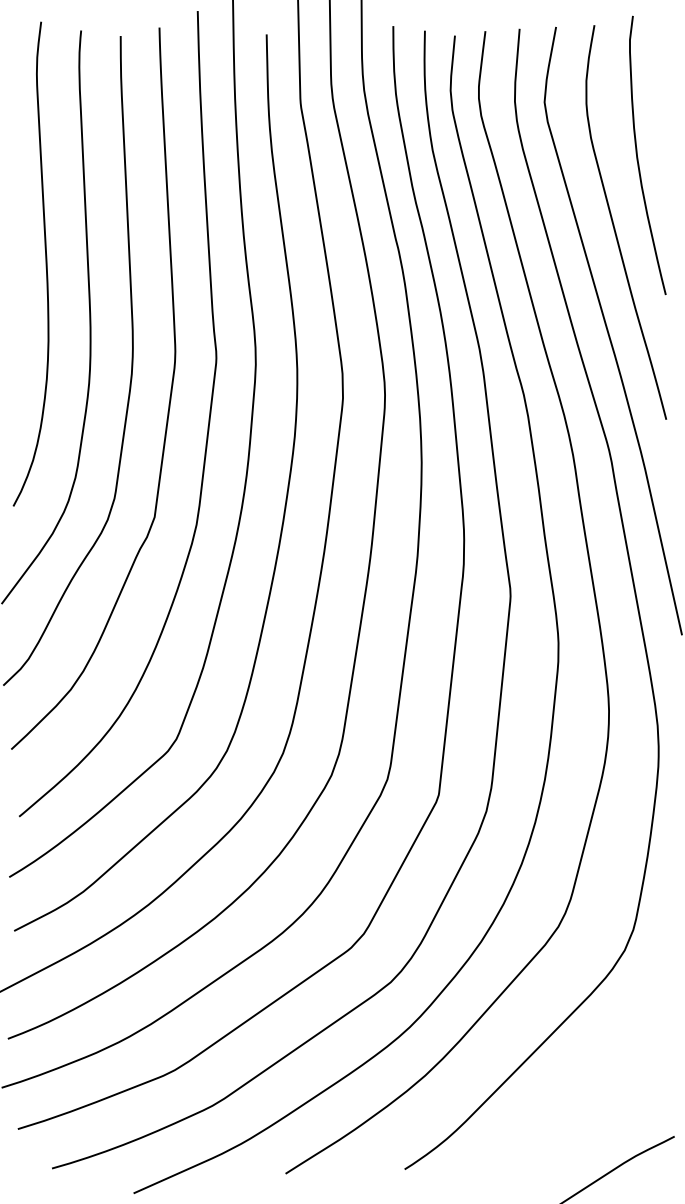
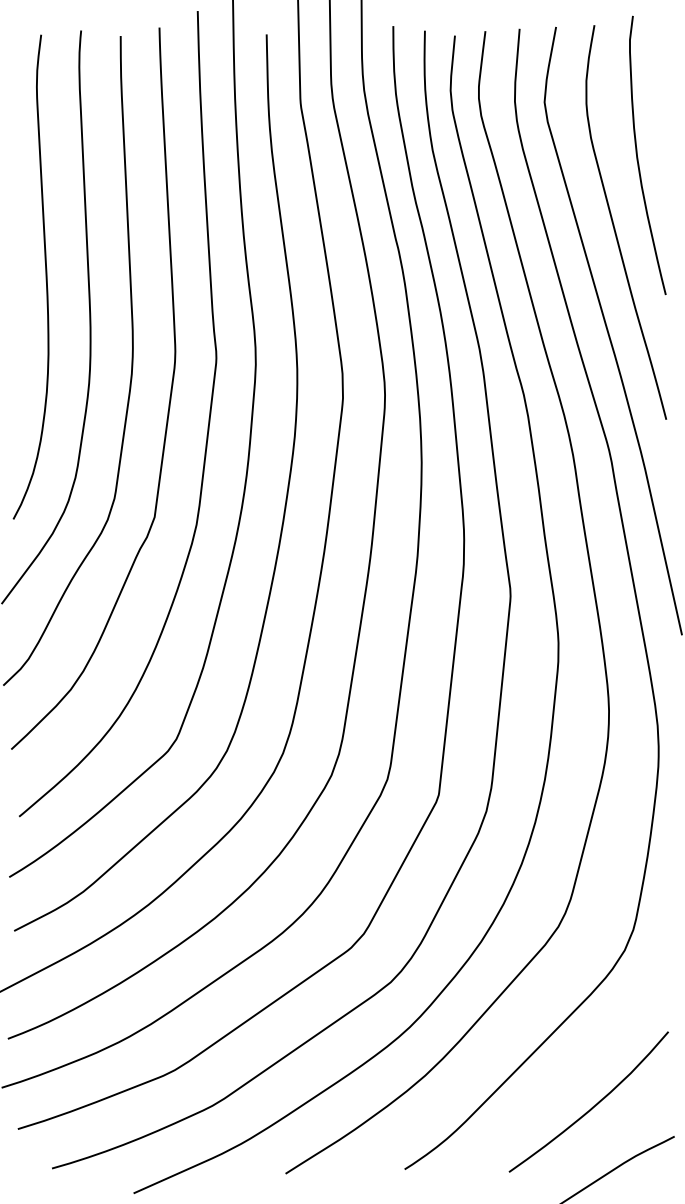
curve at (45, 263) position: (45, 263) -> (45, 276)
curve at (592, 1106): none -> present
